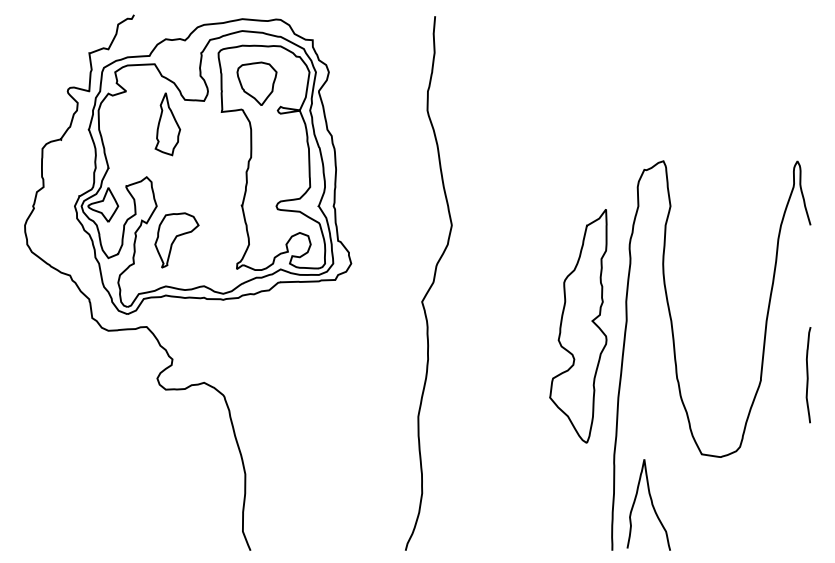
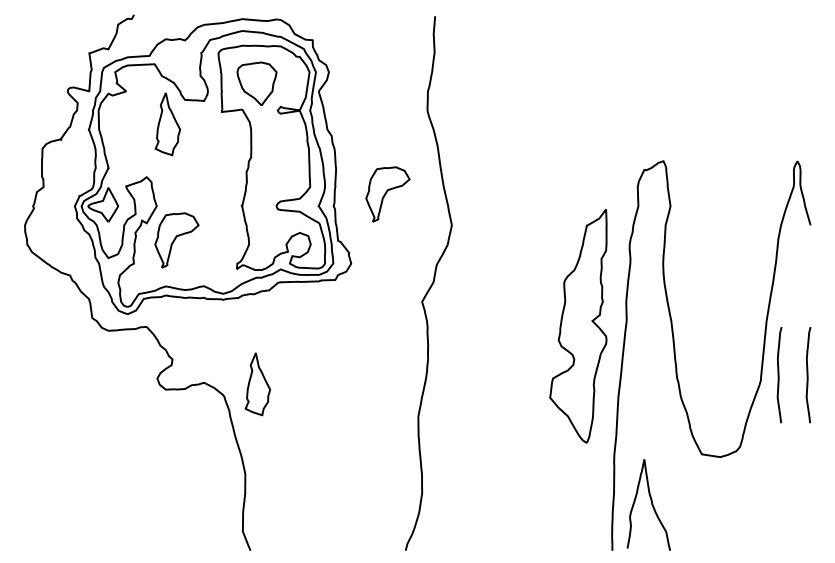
part at (387, 194): none -> present
curve at (779, 375): none -> present
part at (257, 384): none -> present
